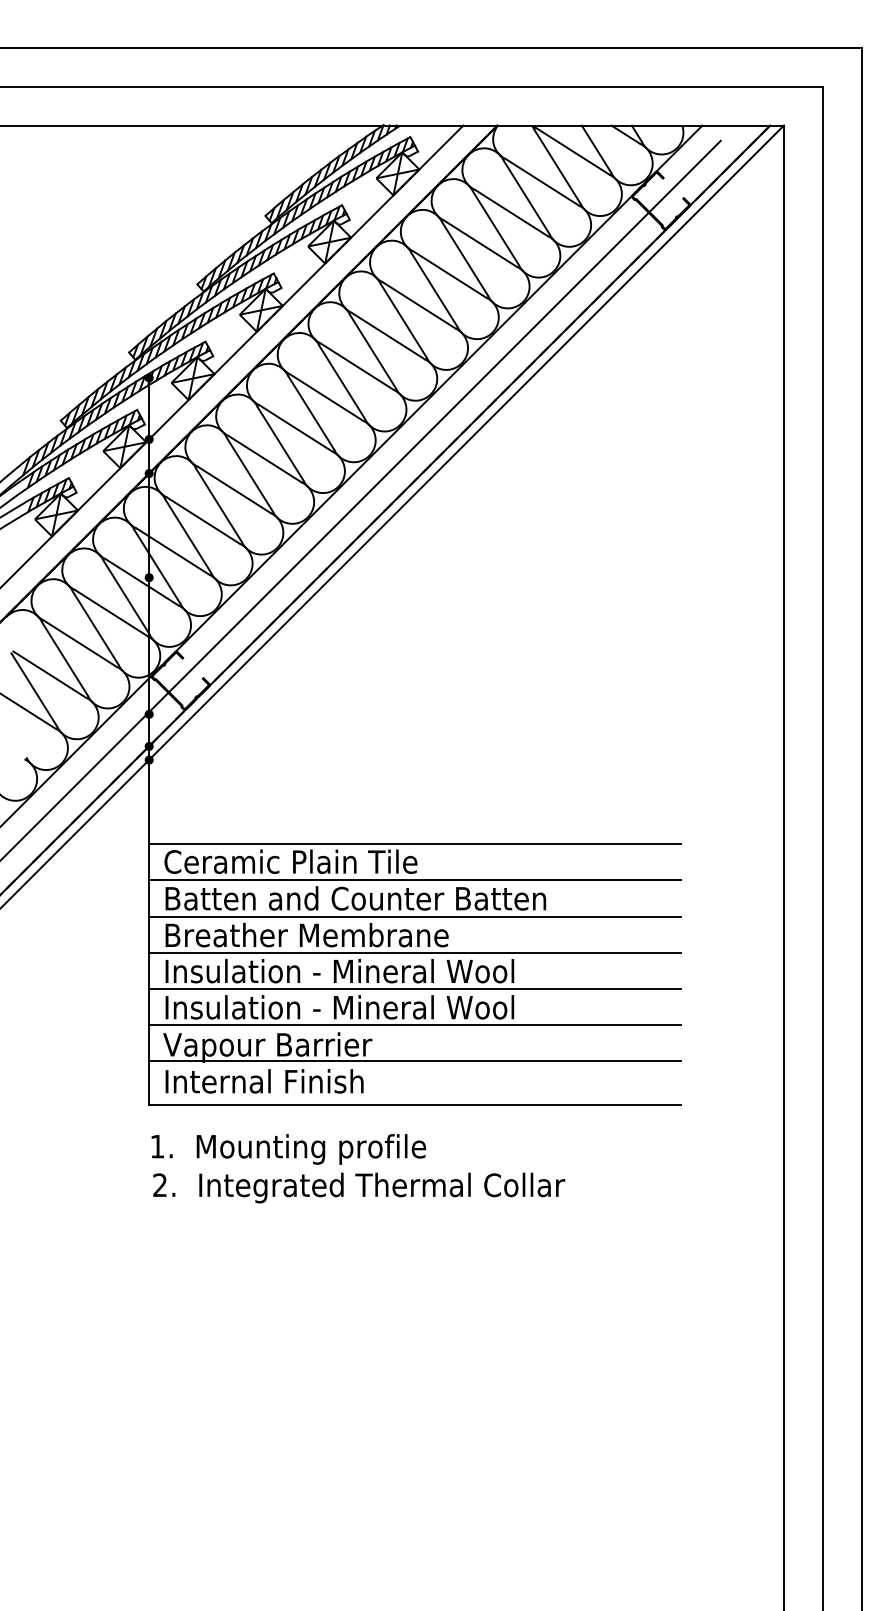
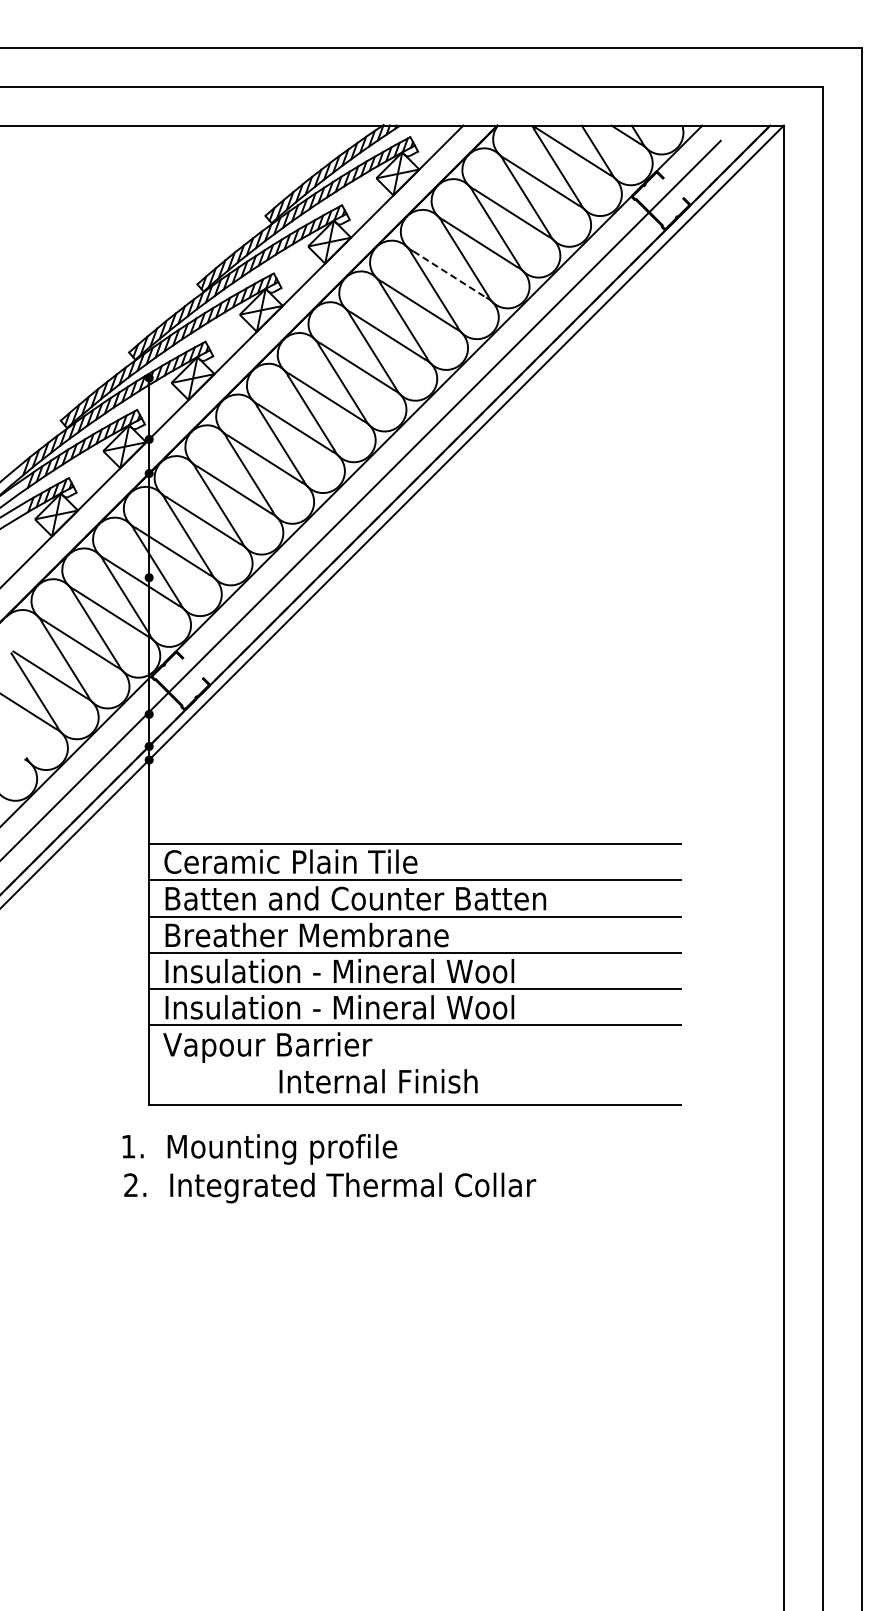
line at (450, 274): solid -> dashed
line at (414, 1061): present -> none
text at (264, 1081) position: (264, 1081) -> (378, 1081)
text at (358, 1168) position: (358, 1168) -> (329, 1168)
